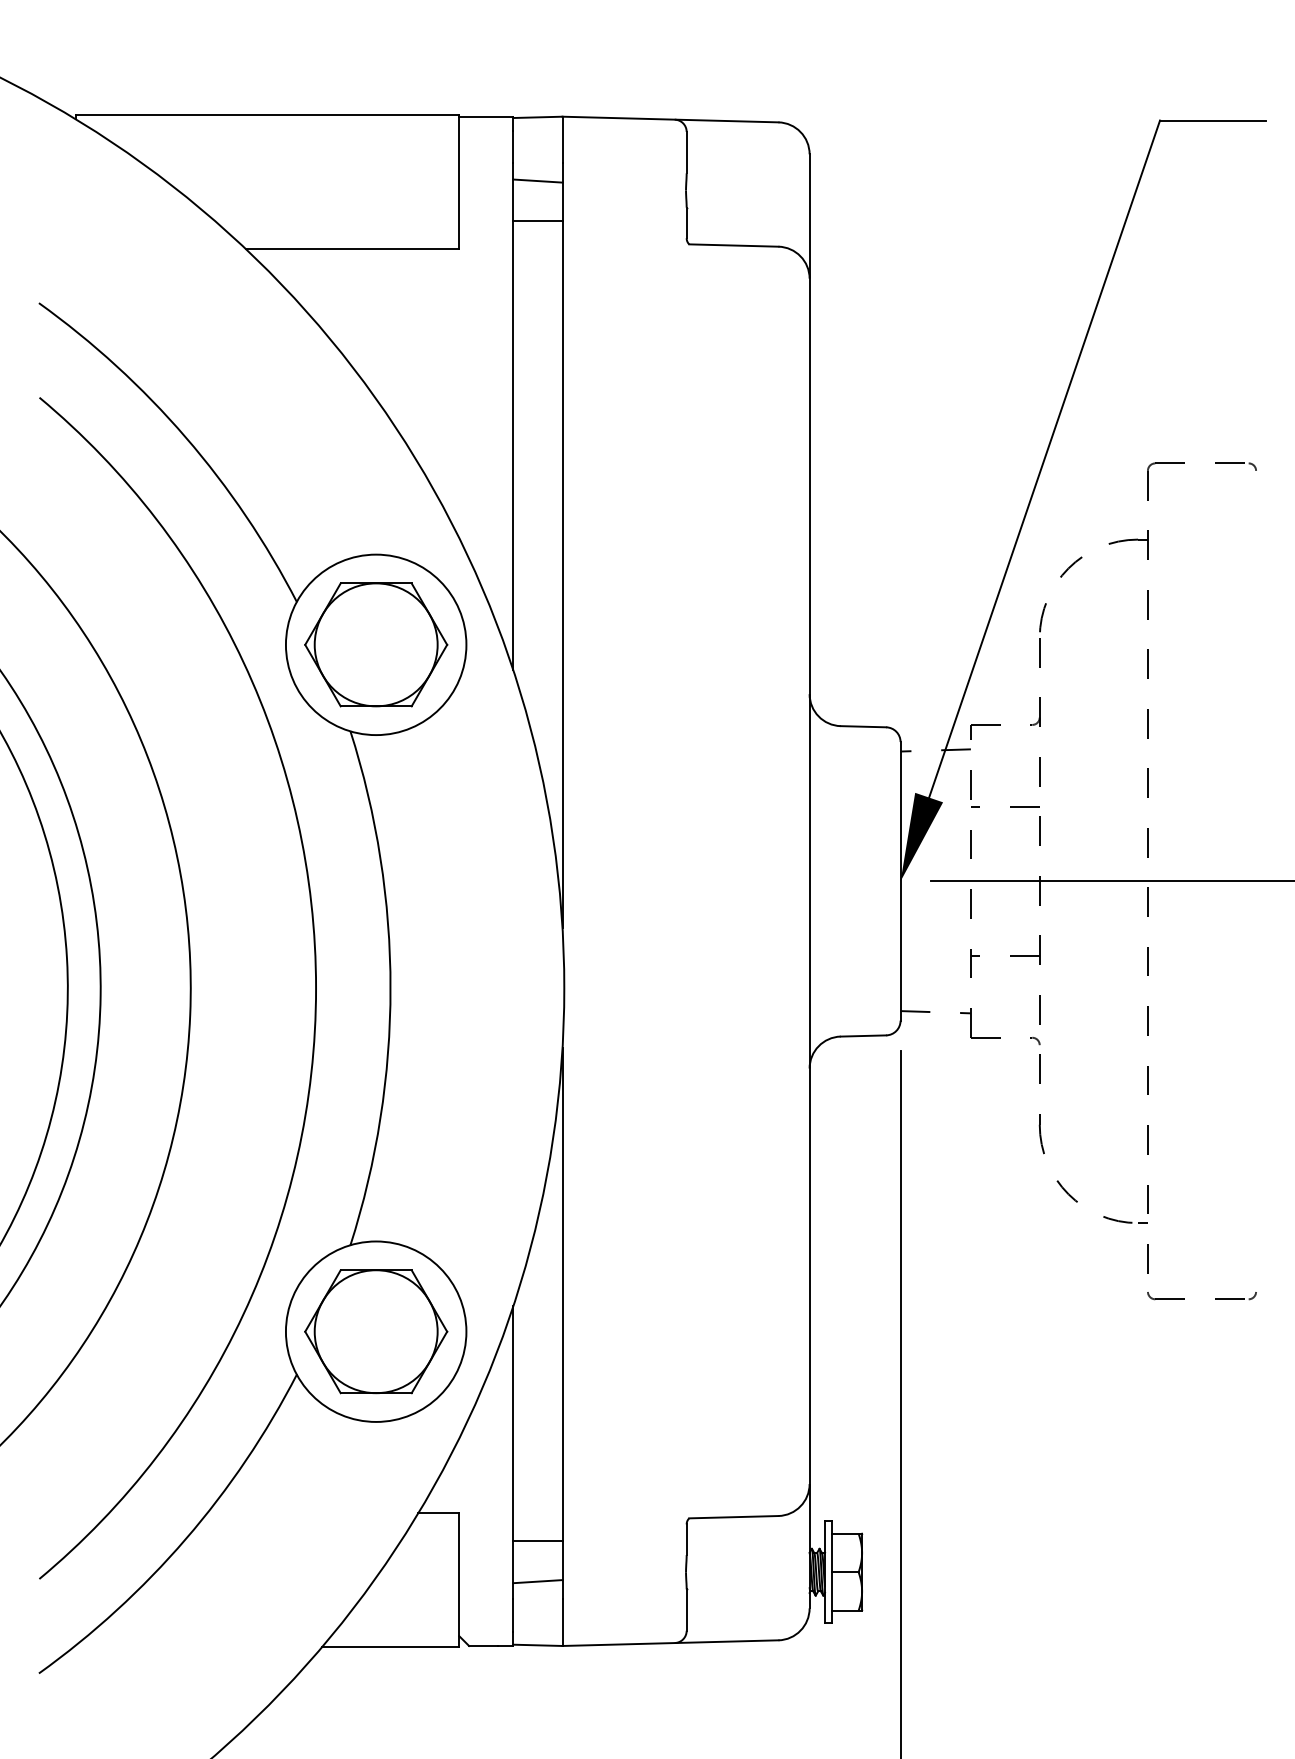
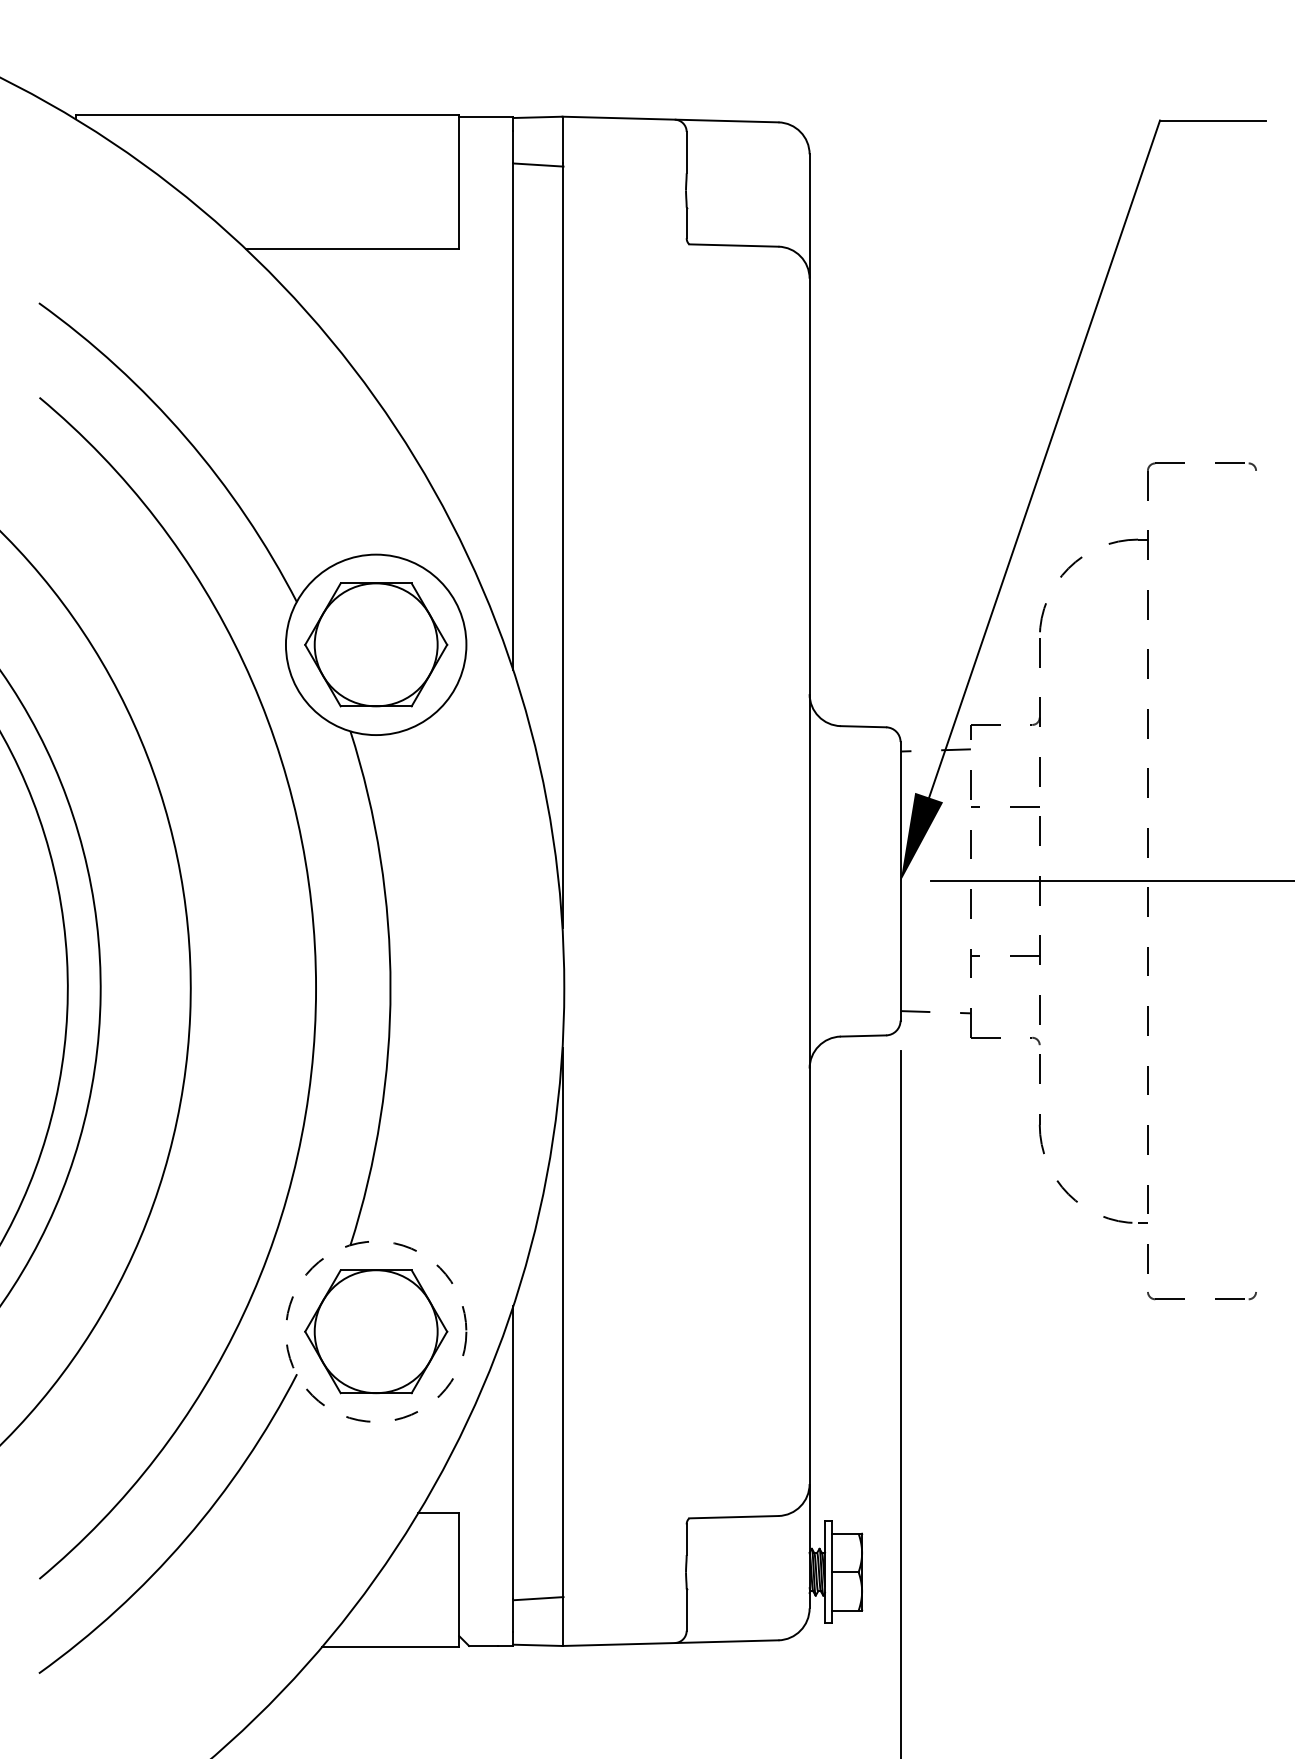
line at (537, 180) position: (537, 180) -> (538, 164)
line at (537, 221): present -> none
circle at (375, 1331): solid -> dashed
line at (537, 1541): present -> none
line at (537, 1581) position: (537, 1581) -> (538, 1598)
